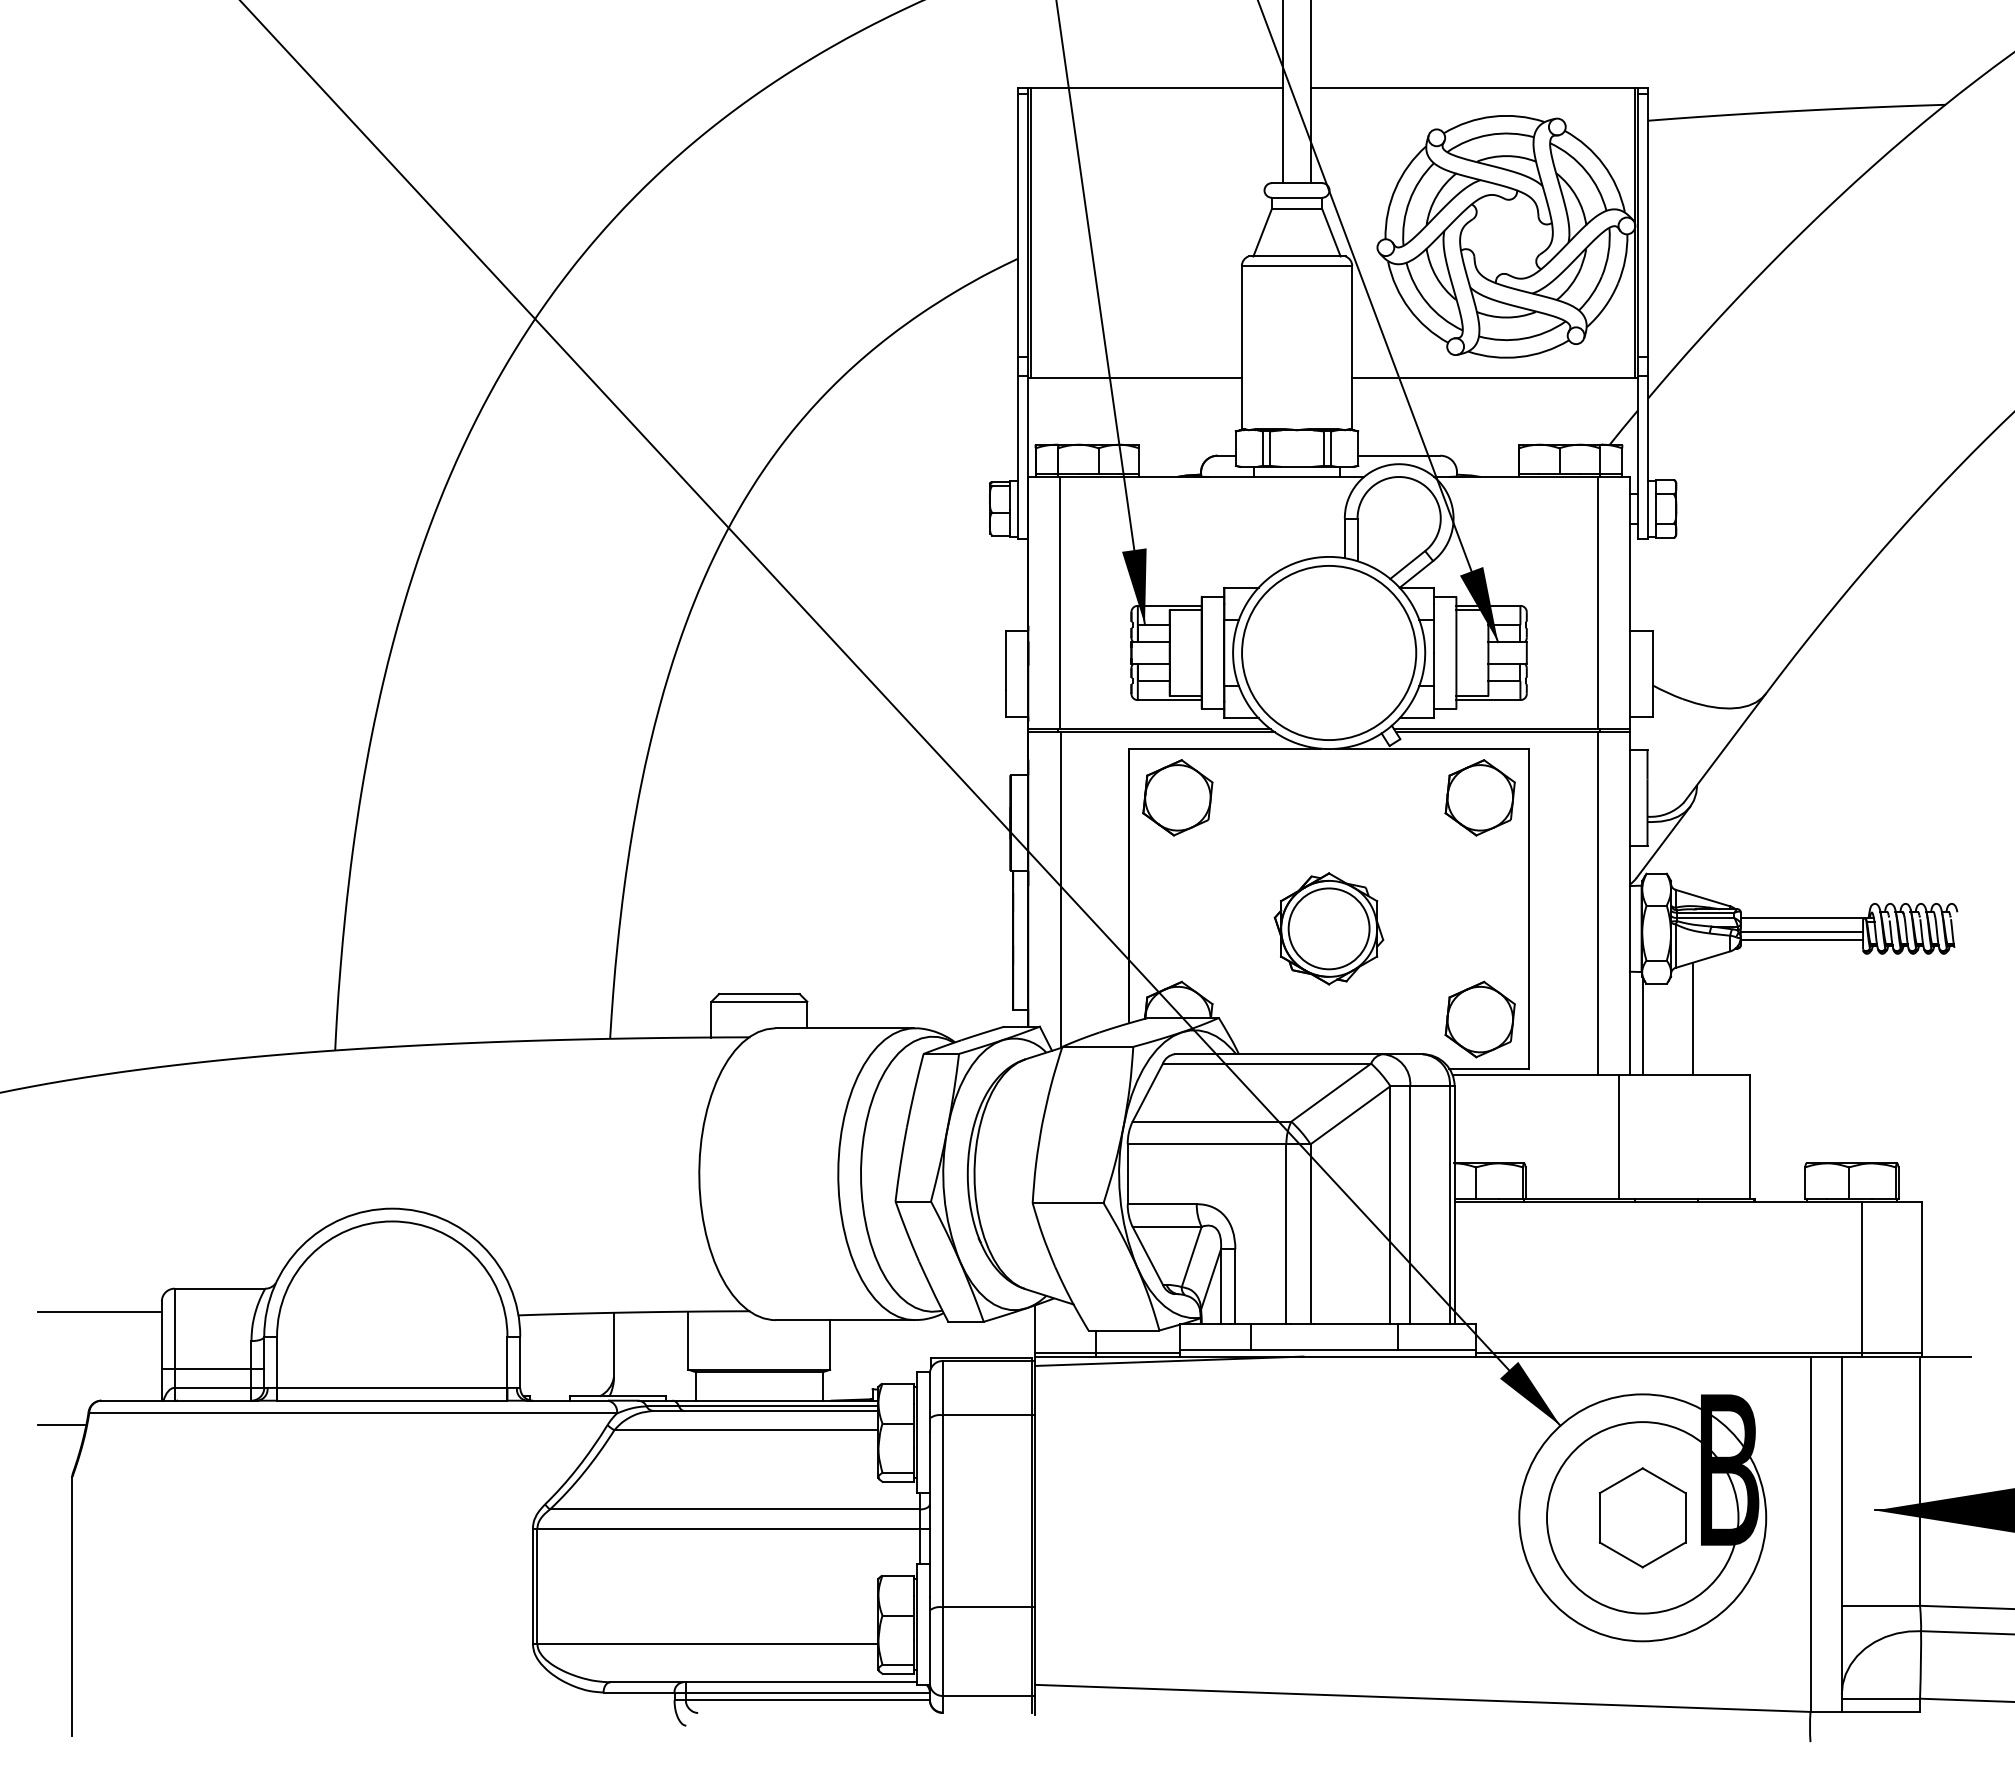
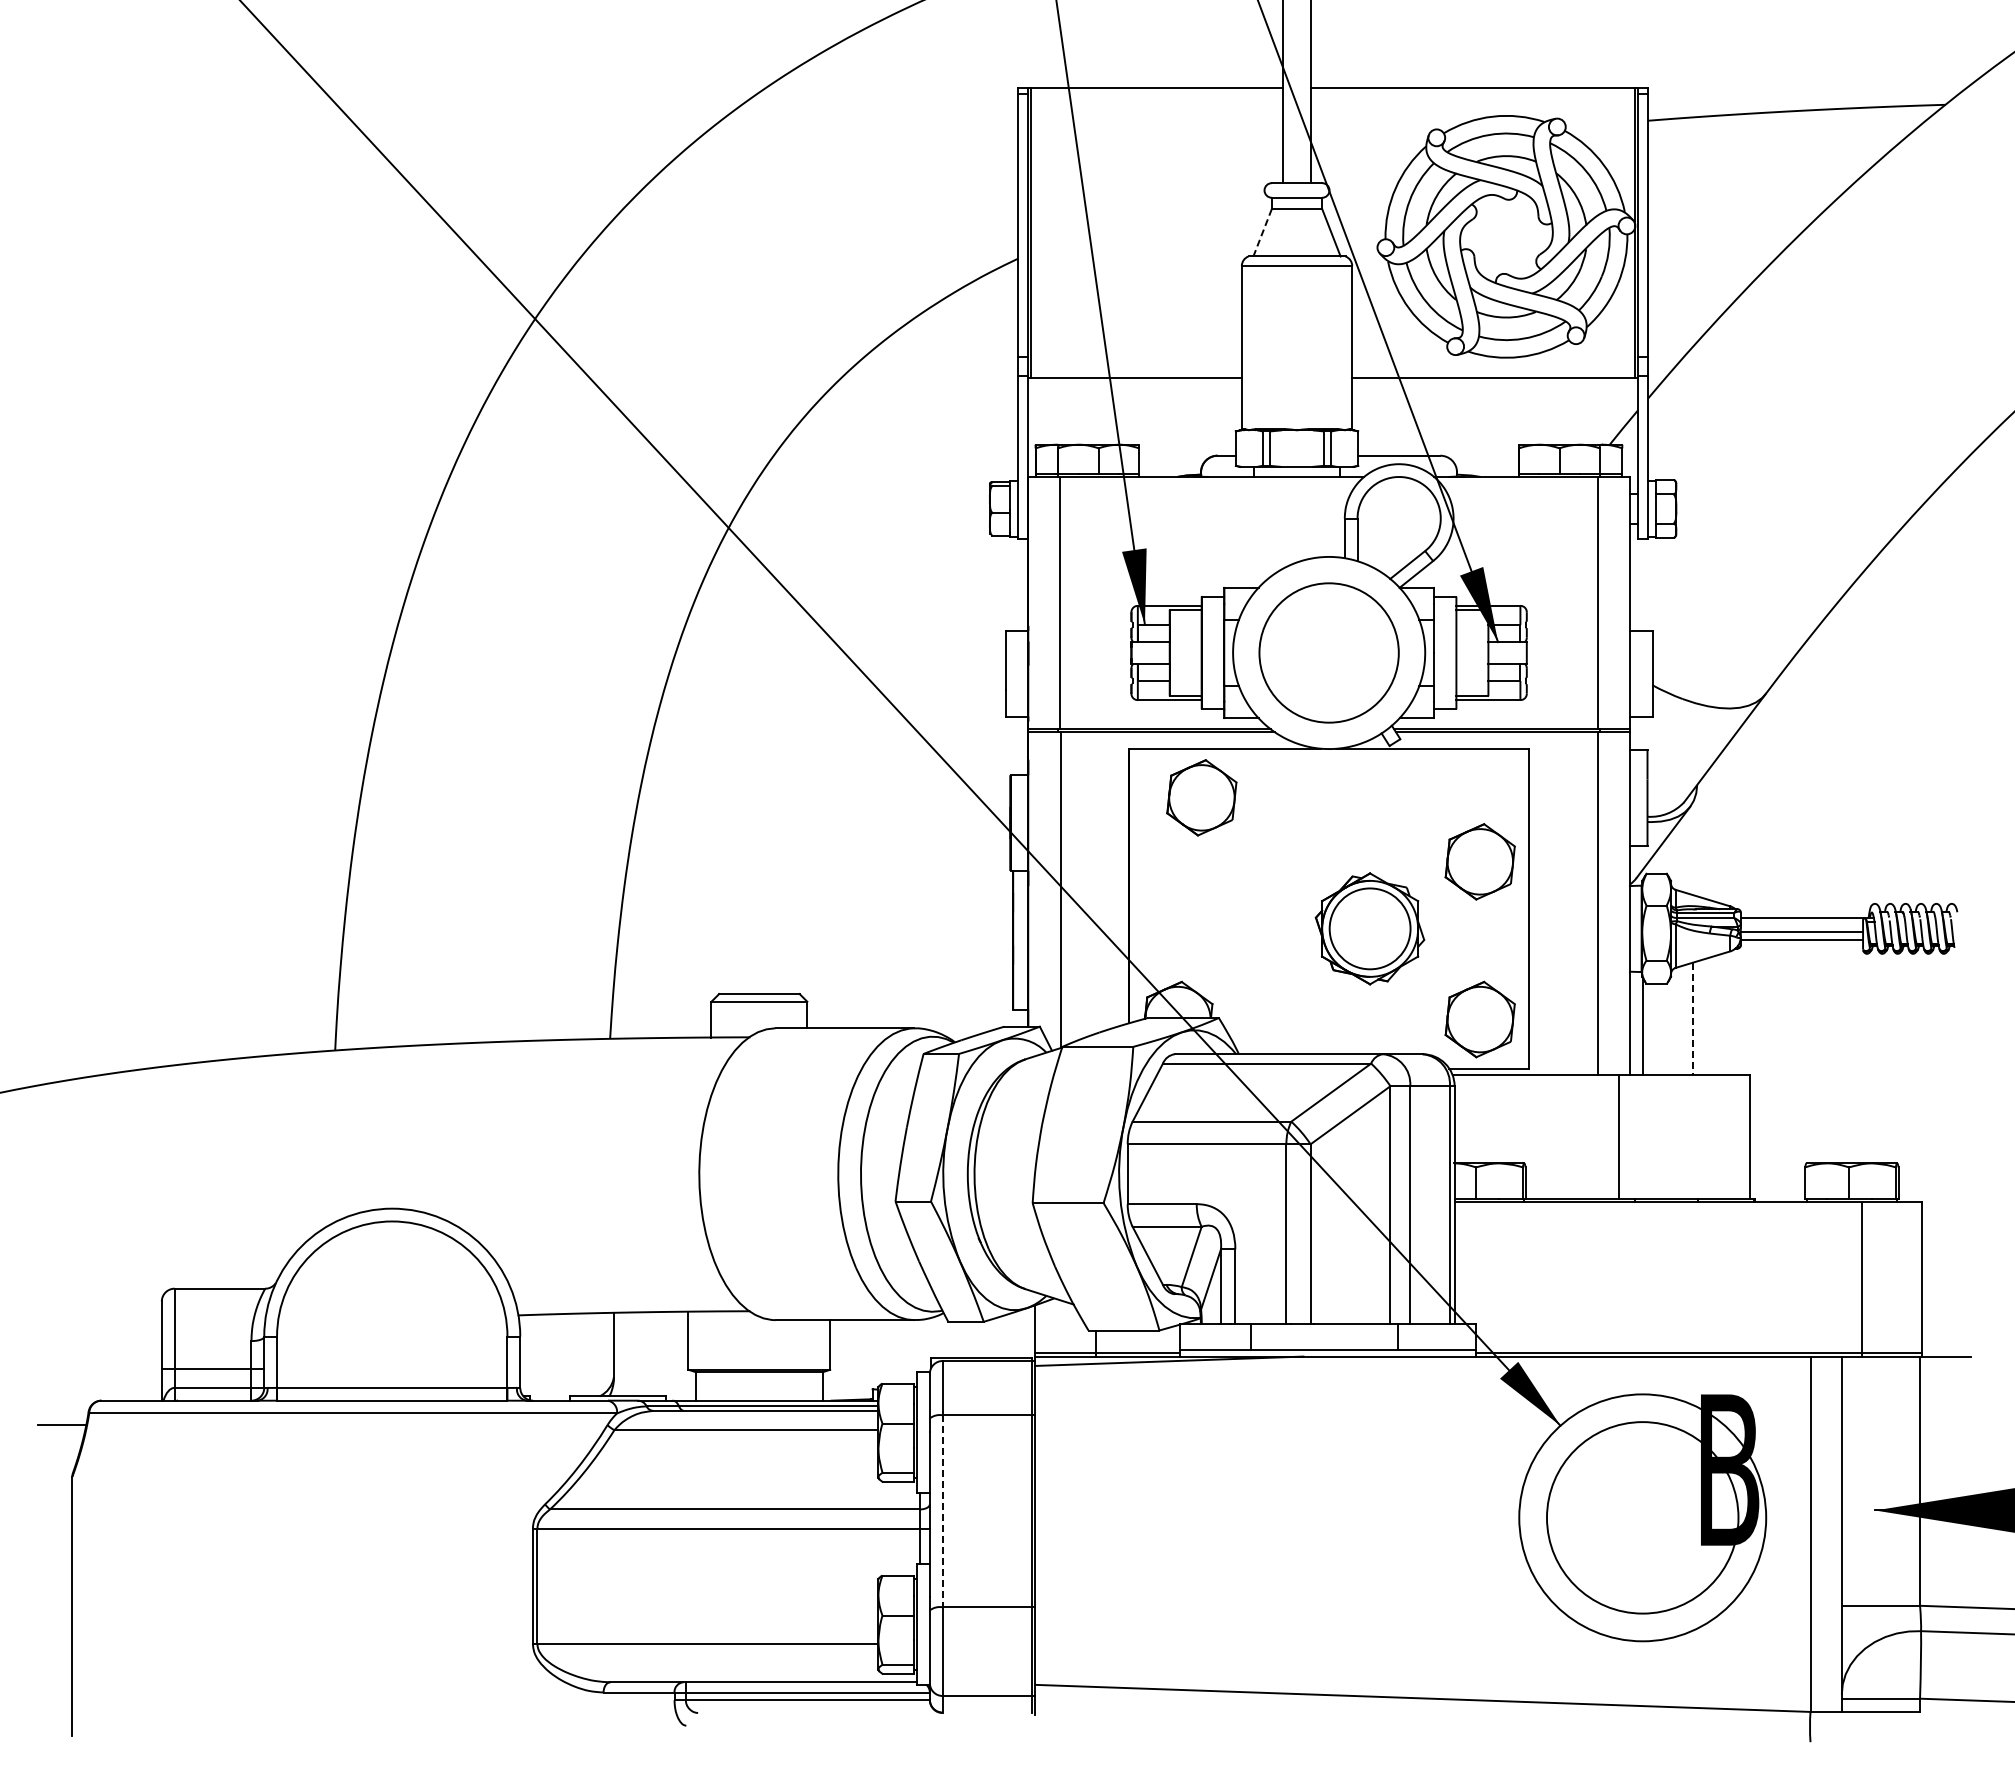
line at (1262, 233): solid -> dashed
circle at (1329, 652) diameter: 174 px -> 139 px
part at (1177, 797) position: (1177, 797) -> (1201, 797)
part at (1479, 797) position: (1479, 797) -> (1479, 861)
part at (1328, 928) position: (1328, 928) -> (1369, 928)
line at (1693, 1019): solid -> dashed
line at (99, 1312): present -> none
line at (942, 1511): solid -> dashed
part at (1642, 1517): present -> none
